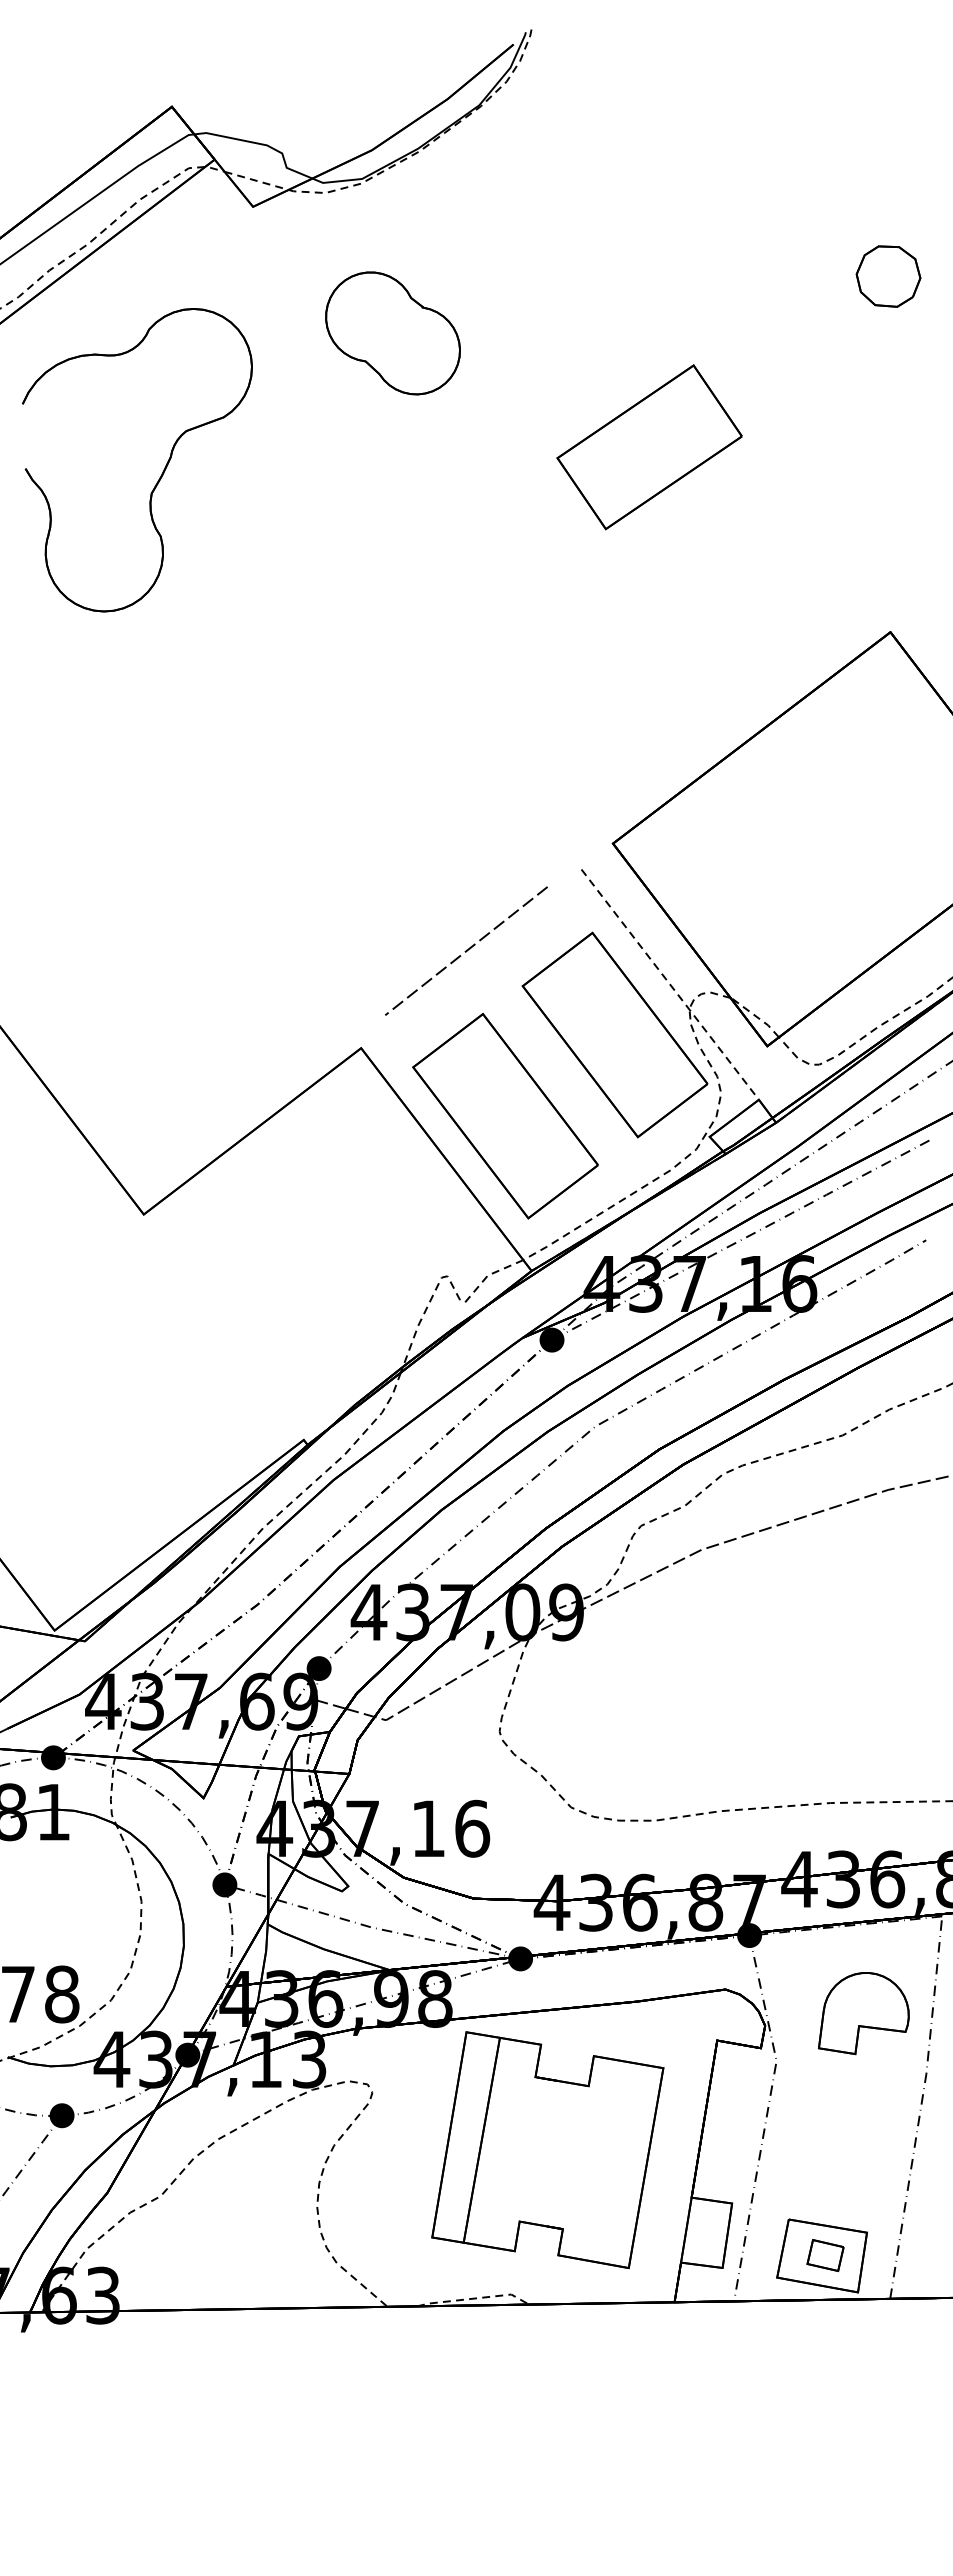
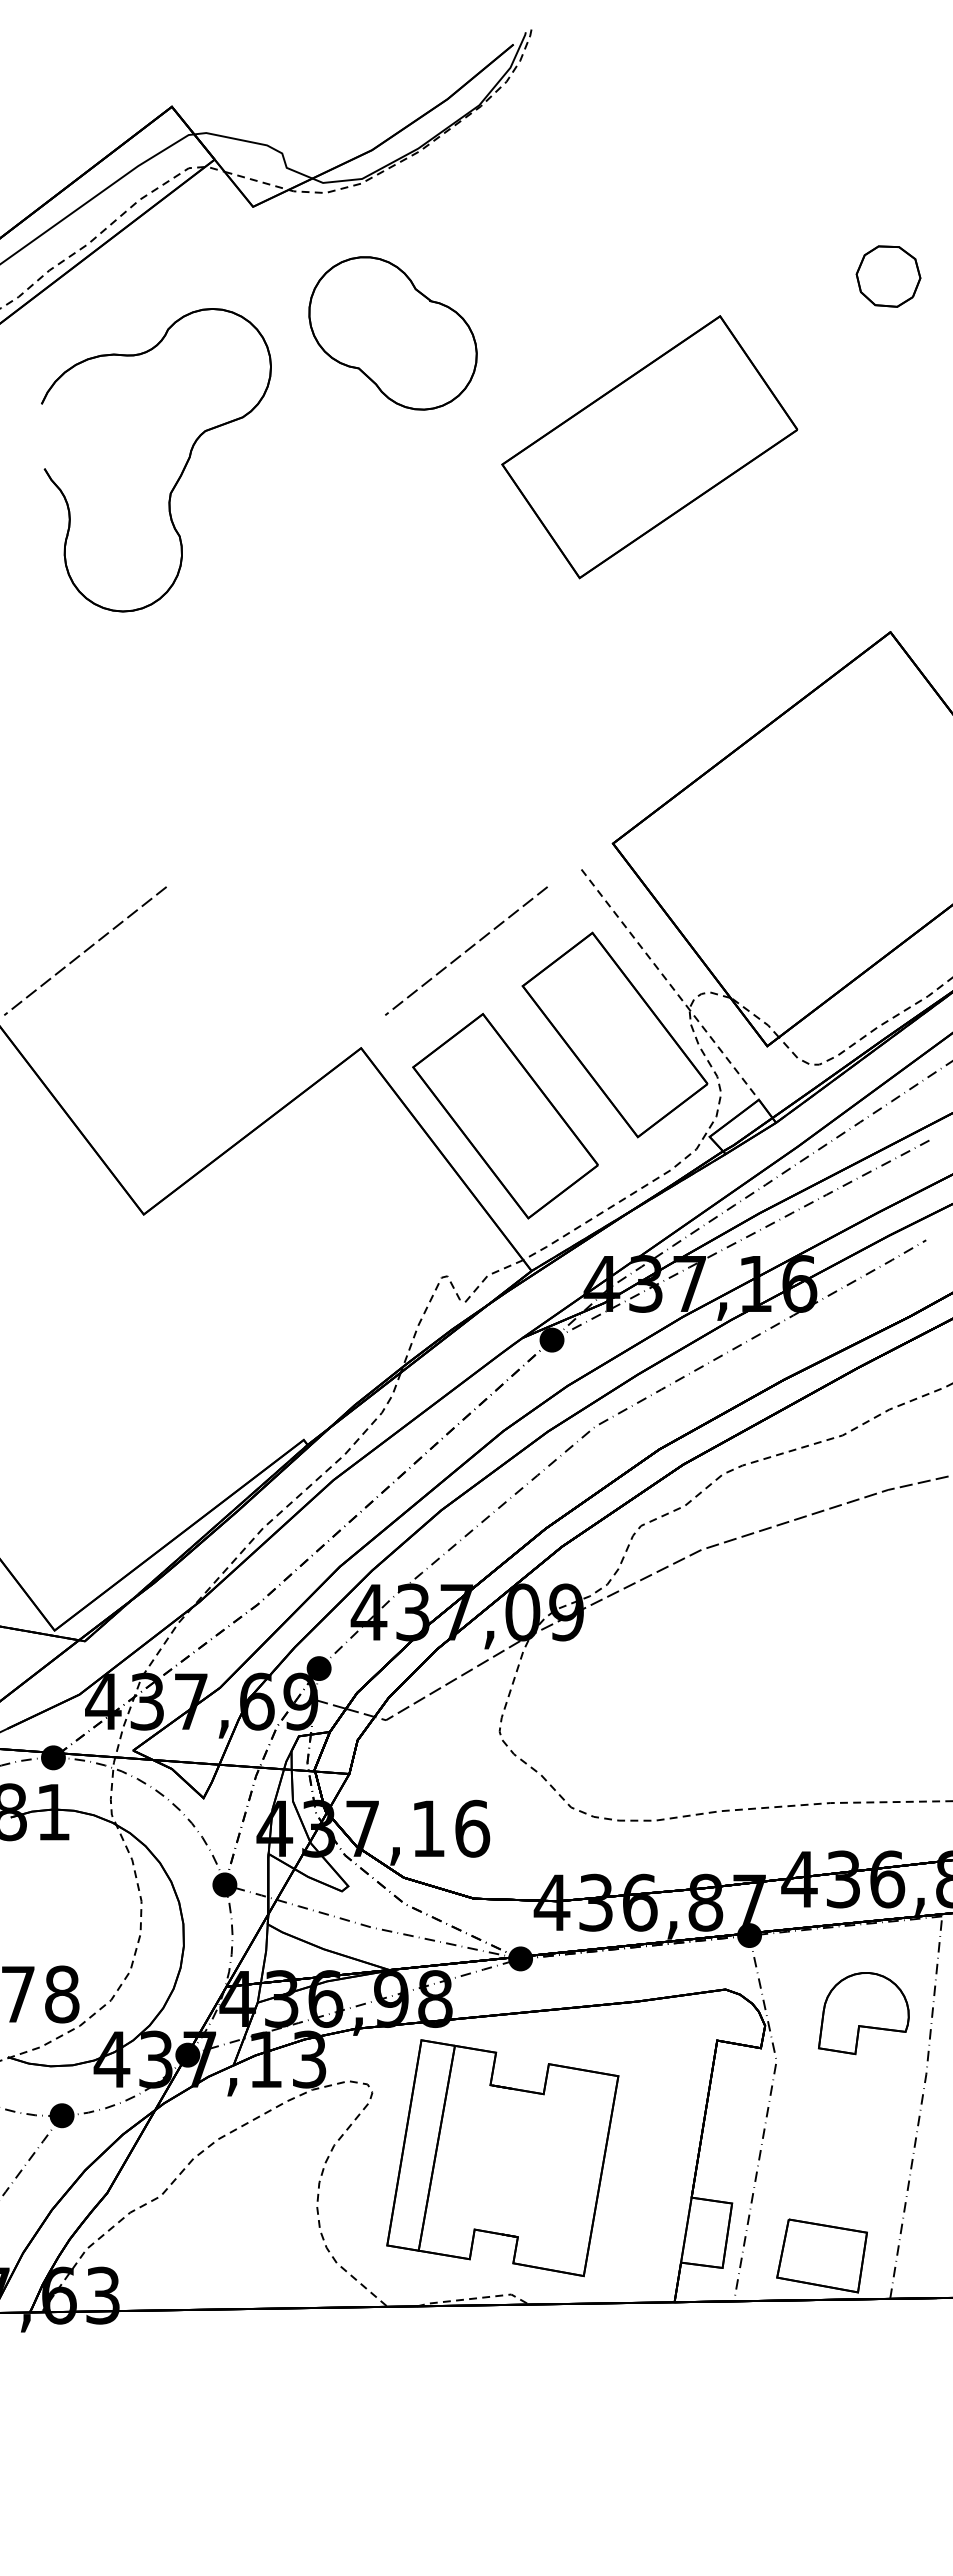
part at (392, 333) size: 136x125 px -> 170x155 px
part at (649, 447) size: 187x167 px -> 298x265 px
part at (161, 473) position: (161, 473) -> (180, 473)
line at (85, 950): none -> present
part at (547, 2150) position: (547, 2150) -> (502, 2158)
part at (825, 2255): present -> none
